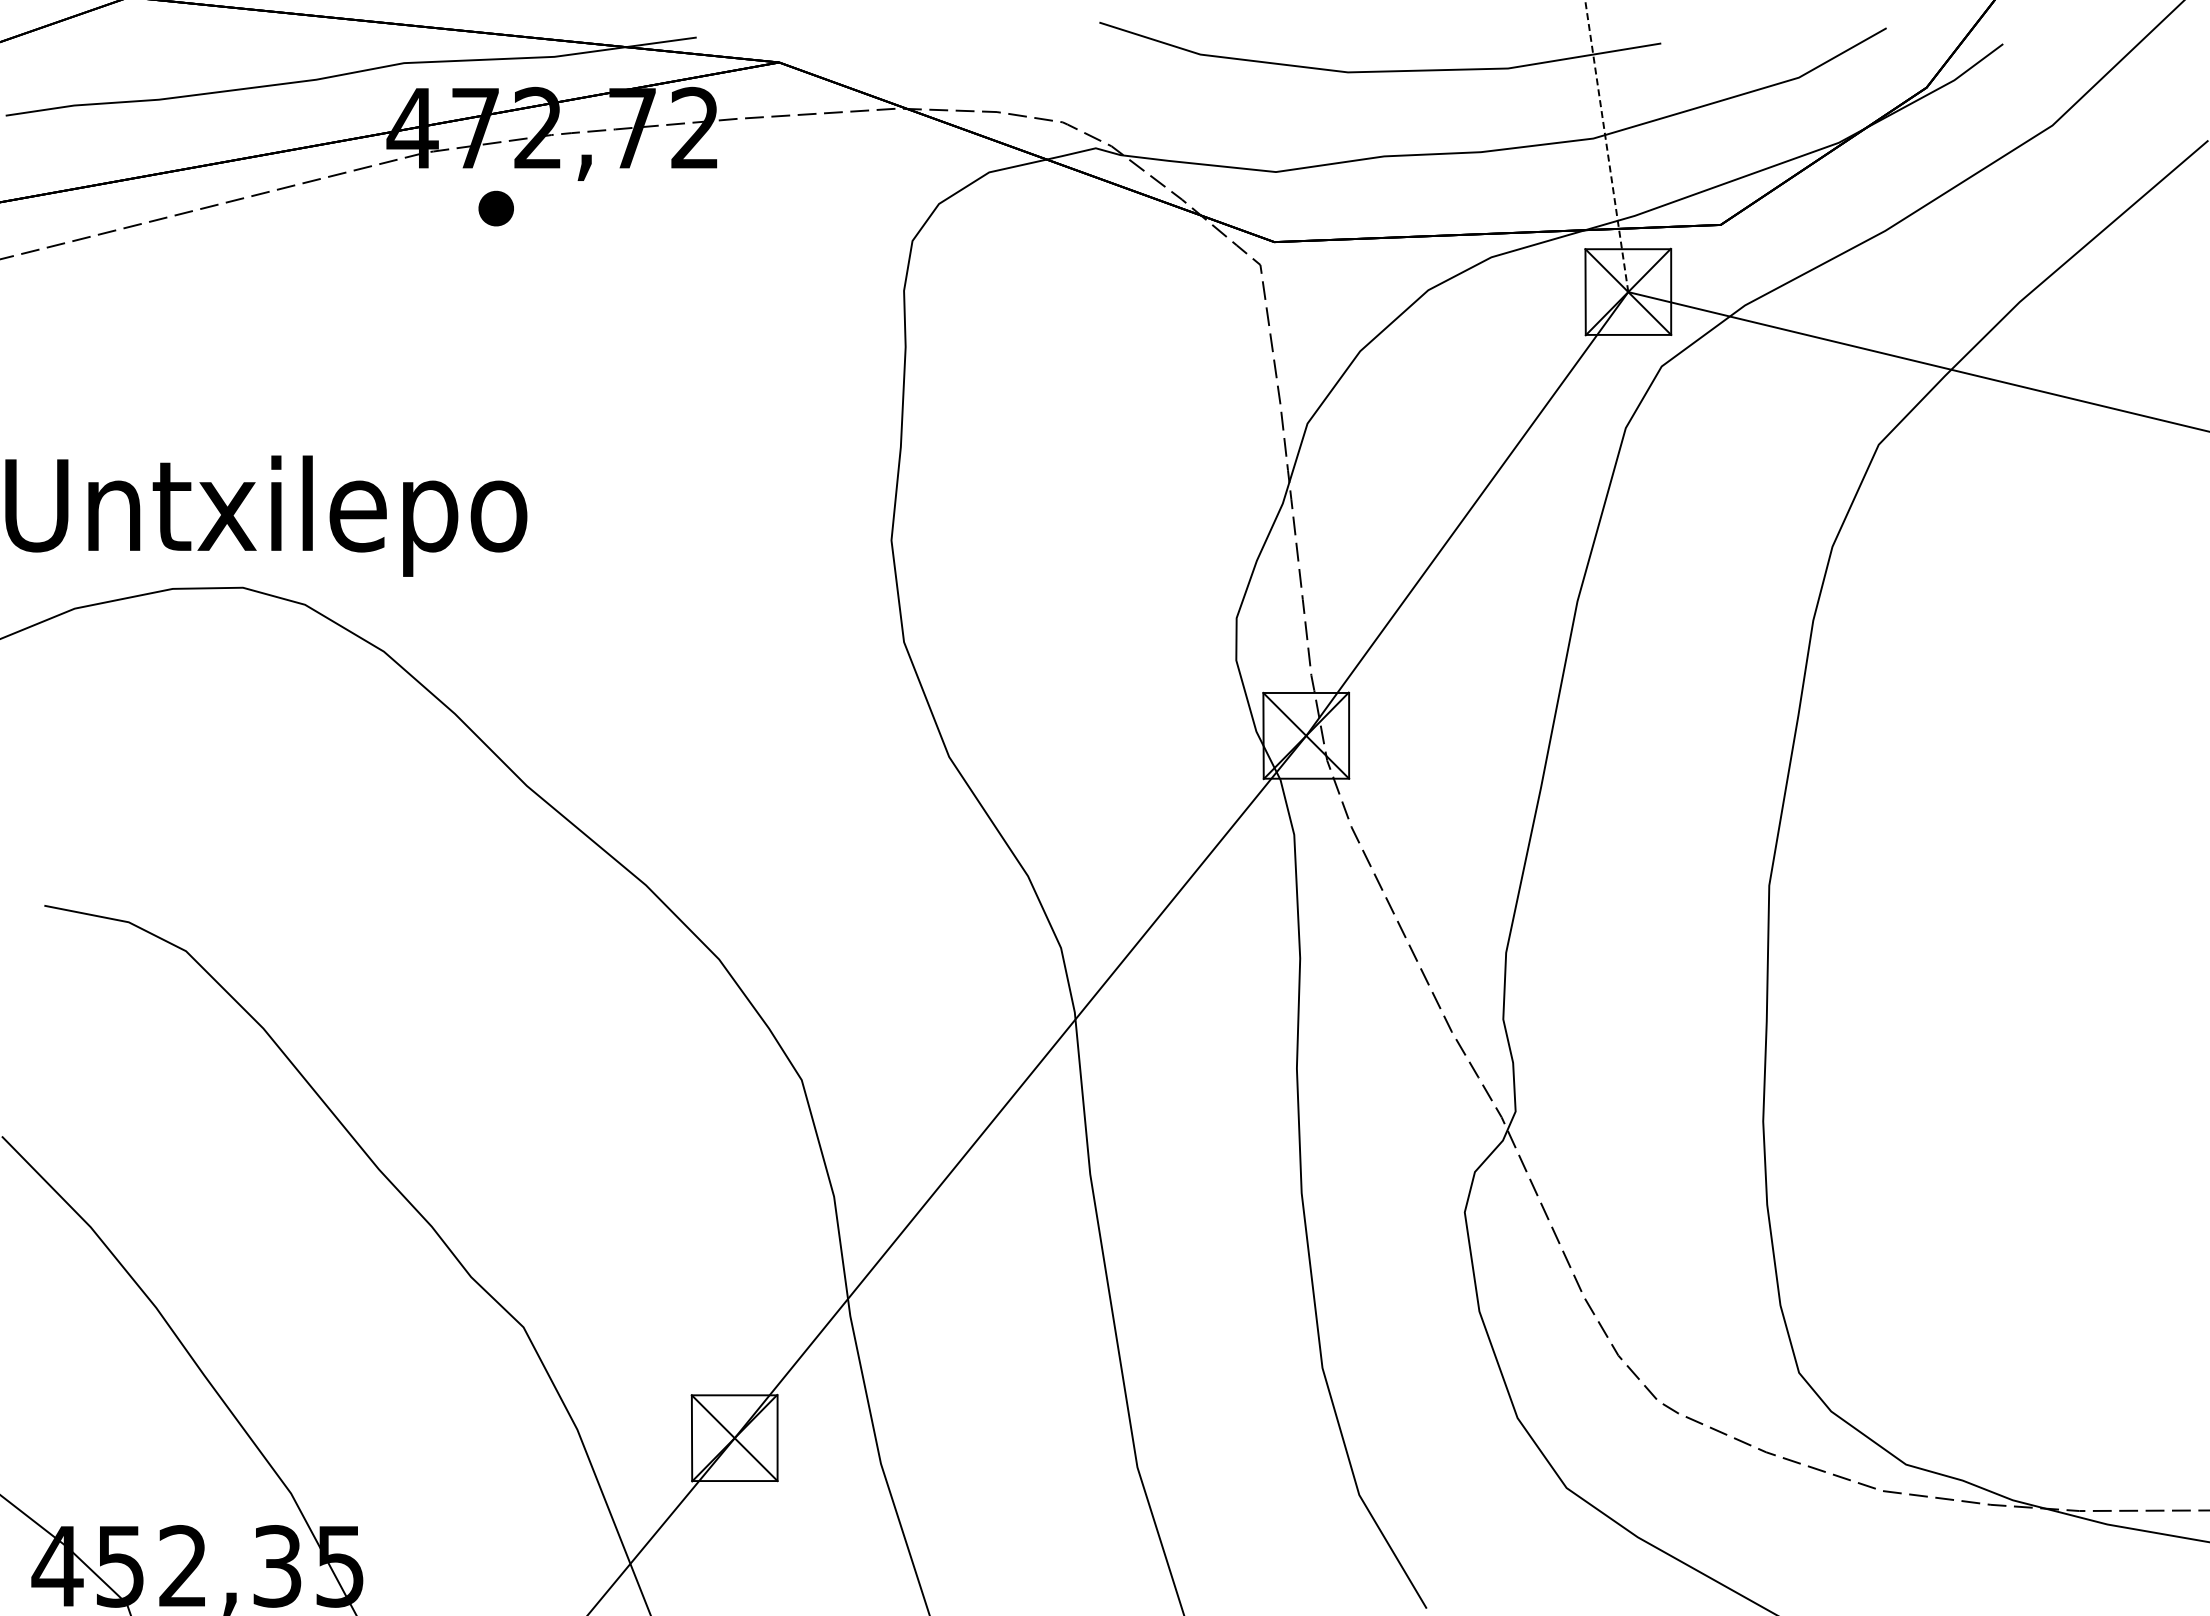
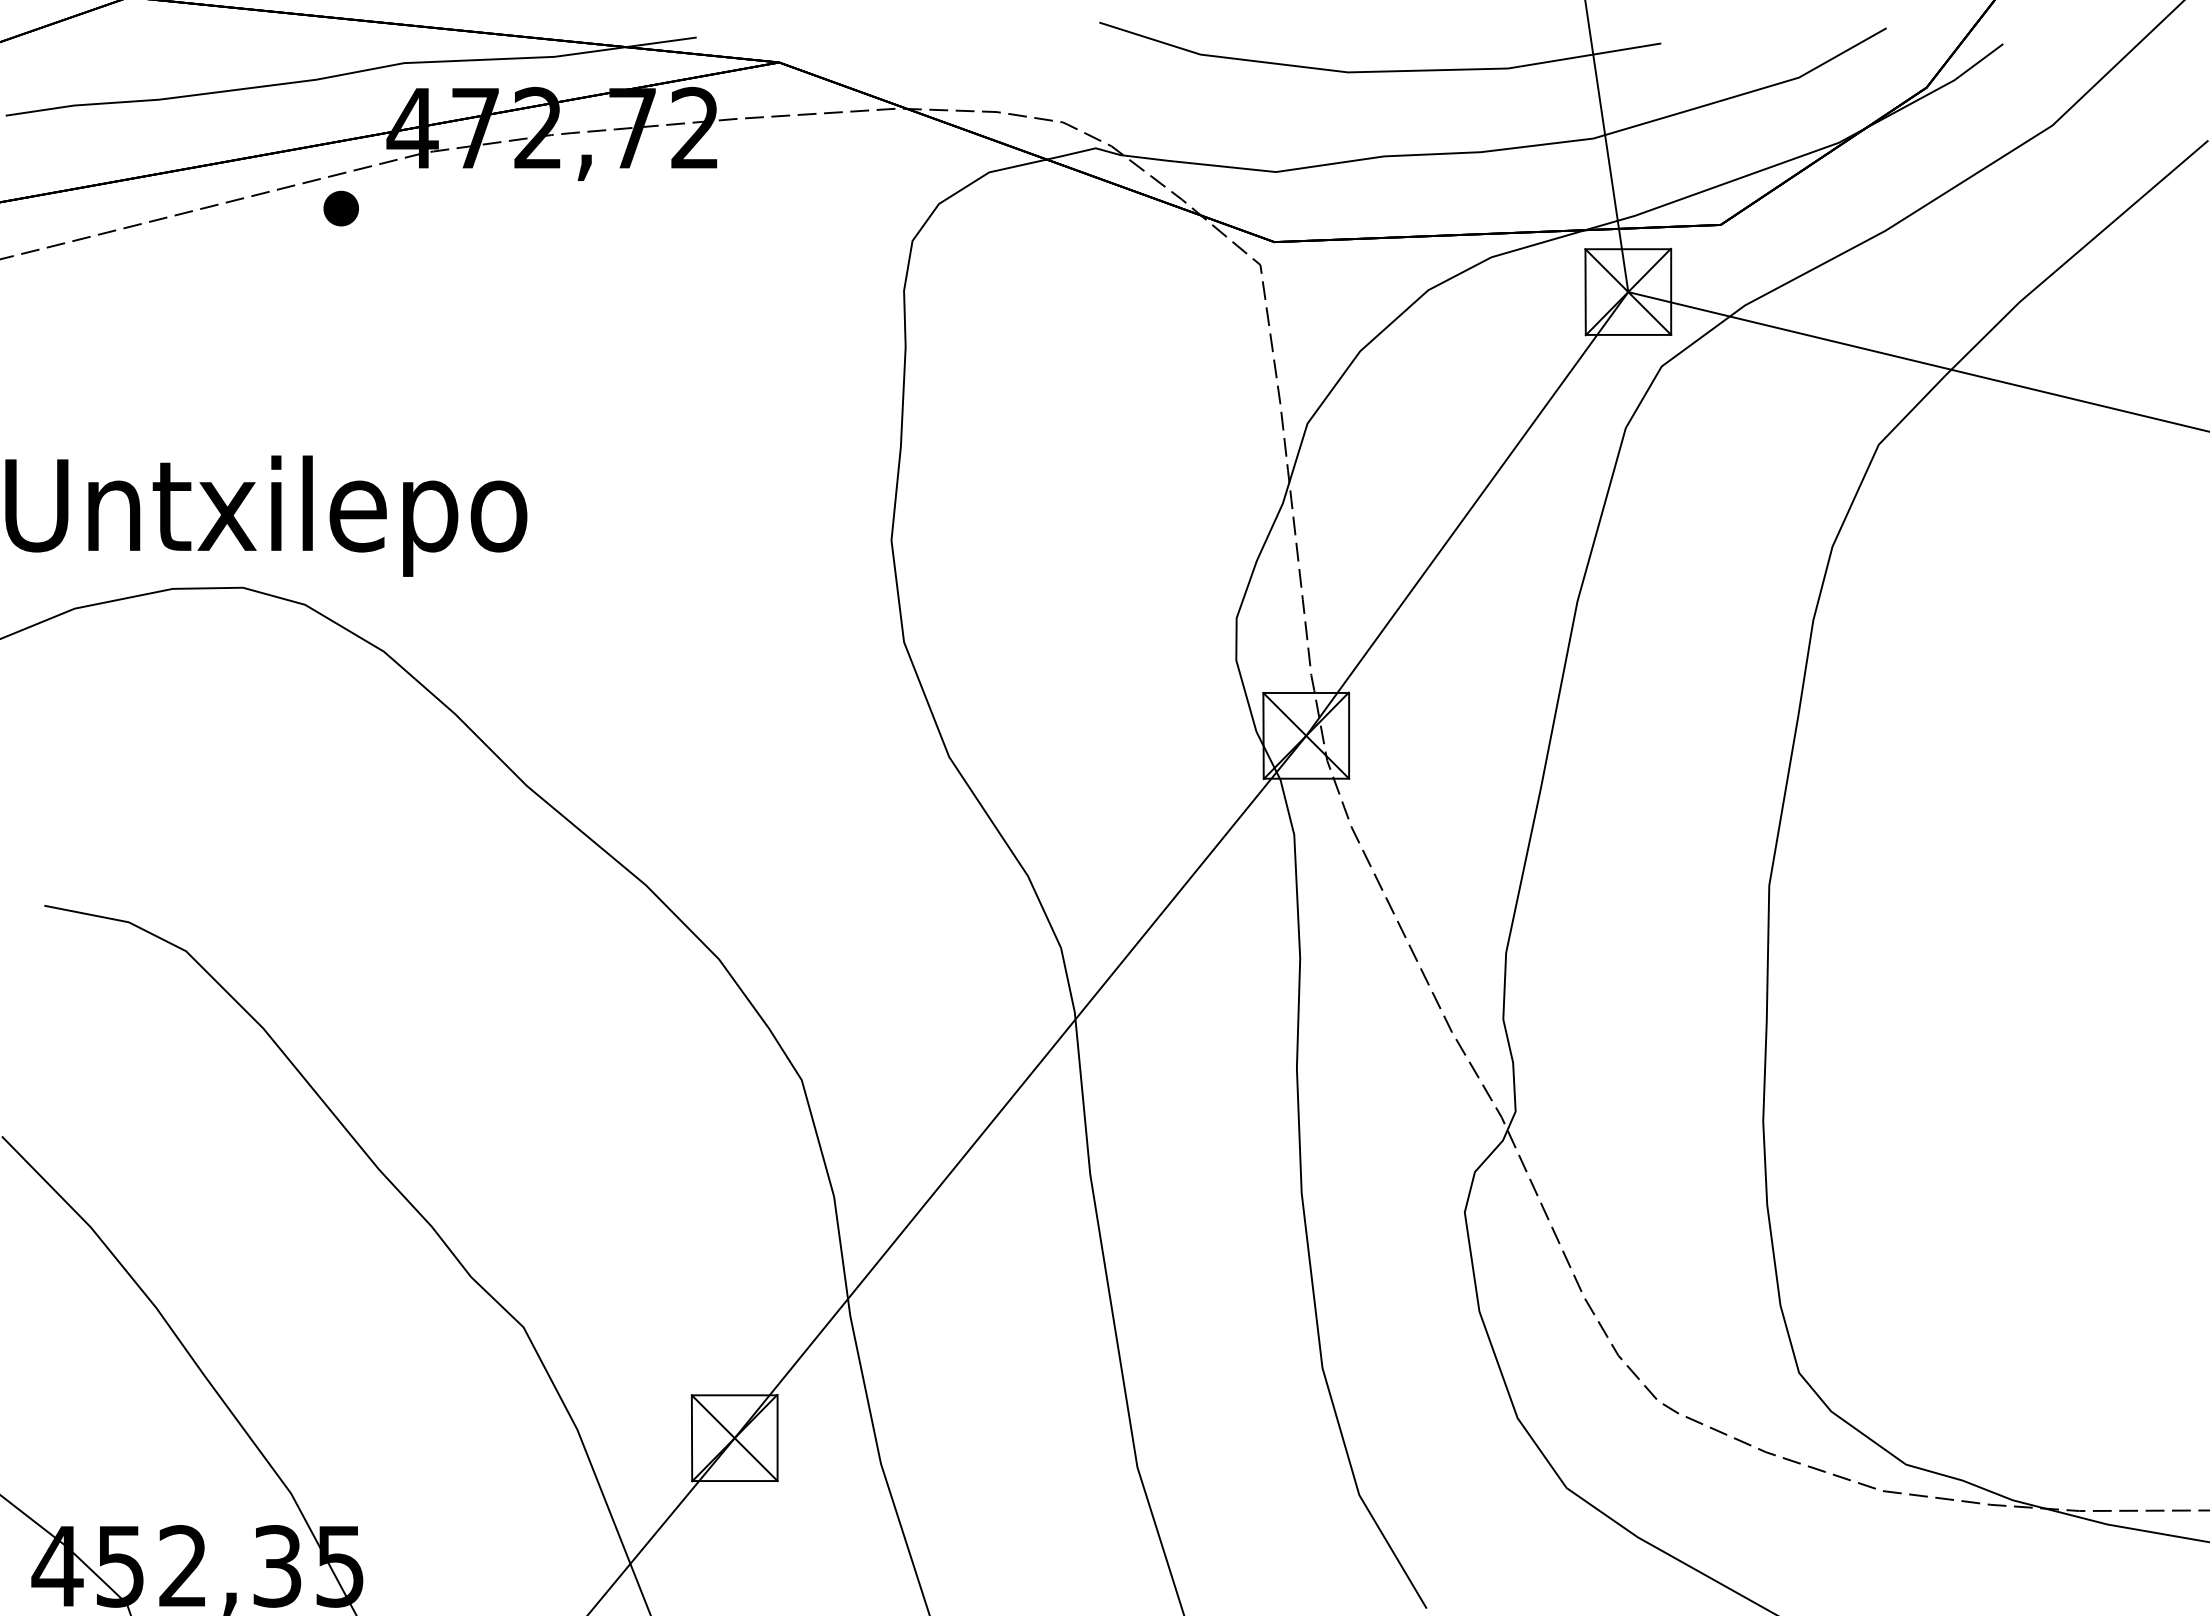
line at (1606, 145): dashed -> solid
part at (495, 208) position: (495, 208) -> (340, 208)
